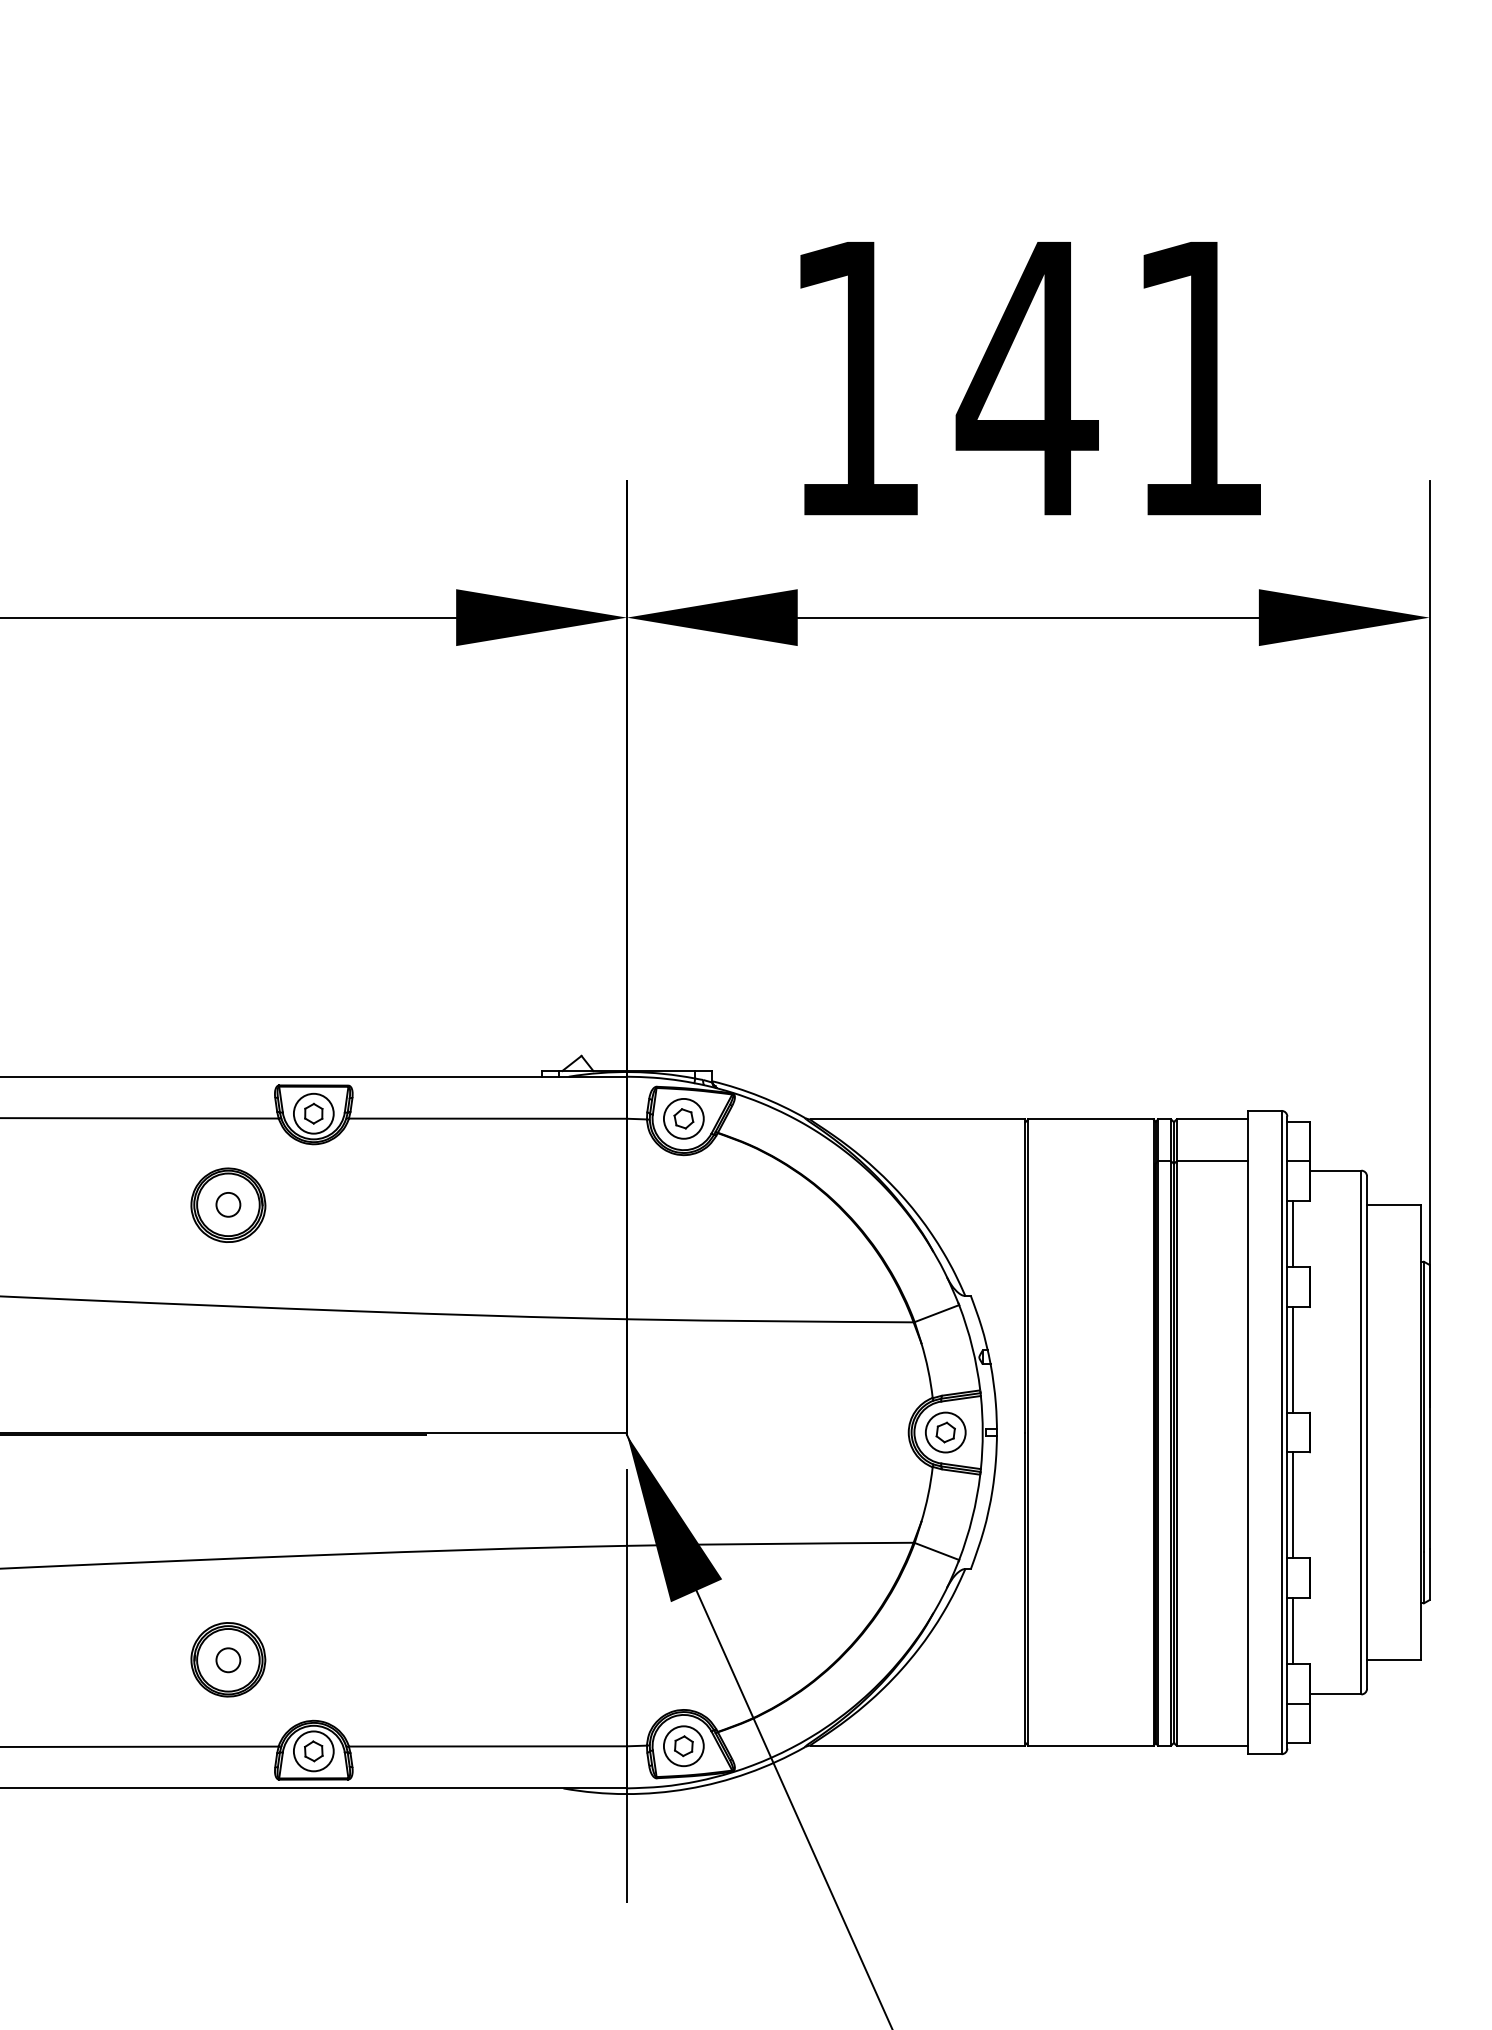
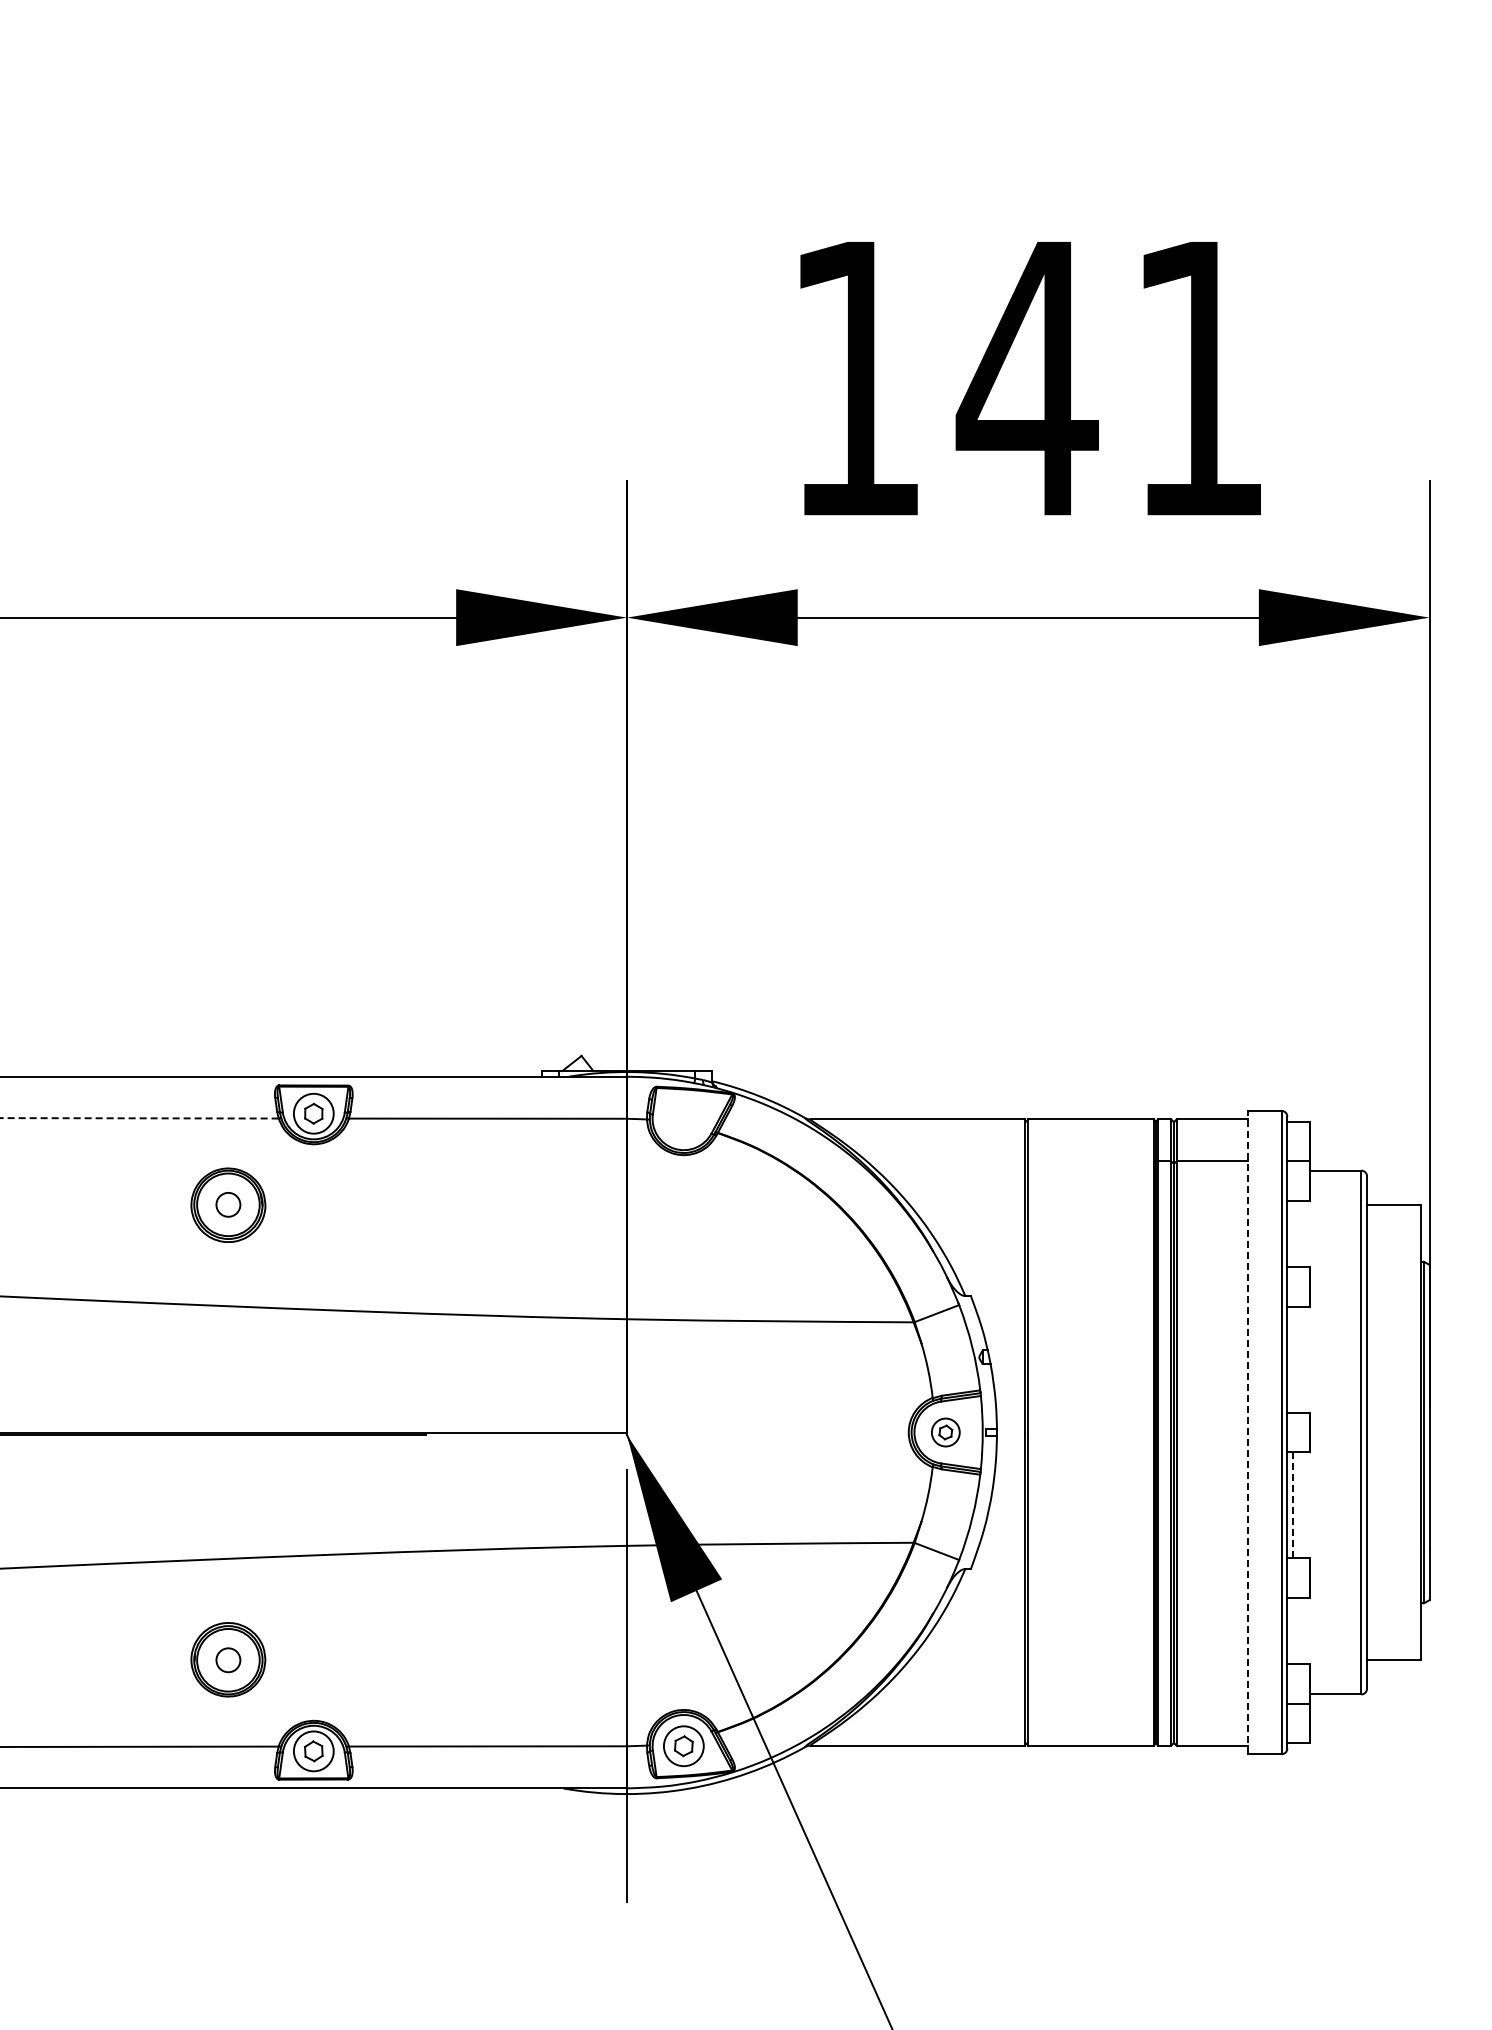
line at (138, 1118): solid -> dashed
part at (683, 1118): present -> none
line at (1293, 1234): present -> none
line at (1293, 1359): present -> none
part at (945, 1432) size: 42x43 px -> 30x31 px
line at (1247, 1432): solid -> dashed
line at (1293, 1505): solid -> dashed
line at (1293, 1630): present -> none
